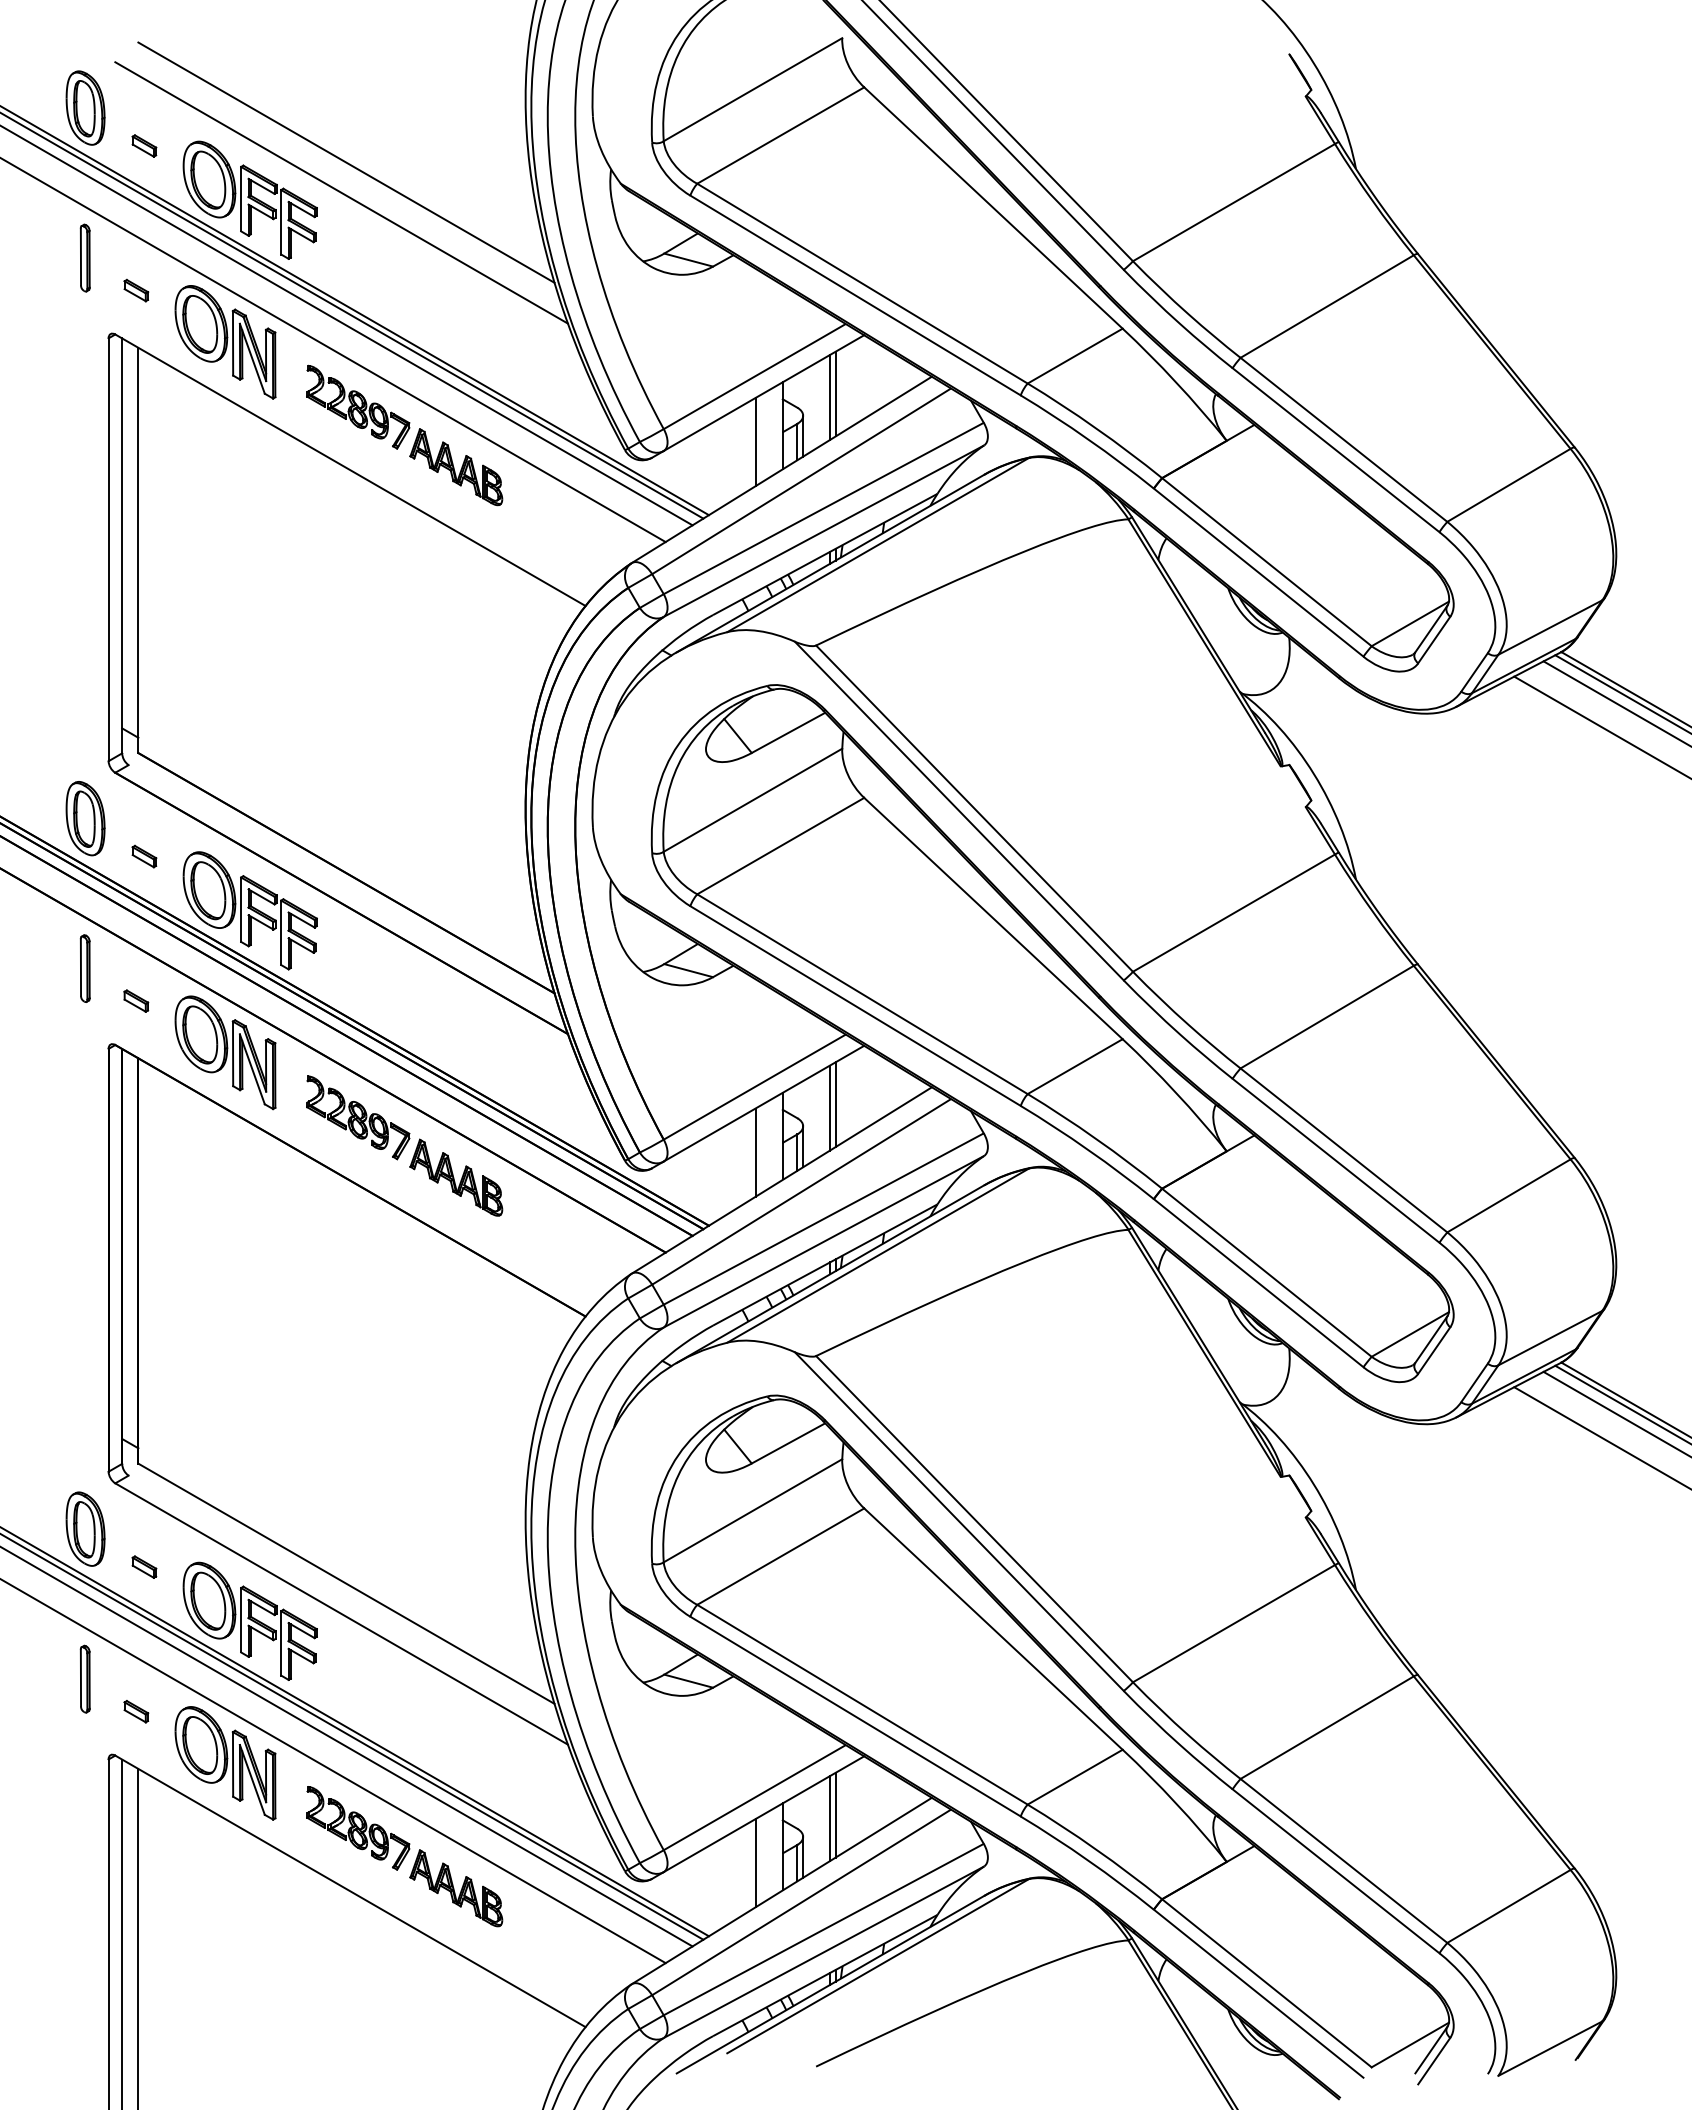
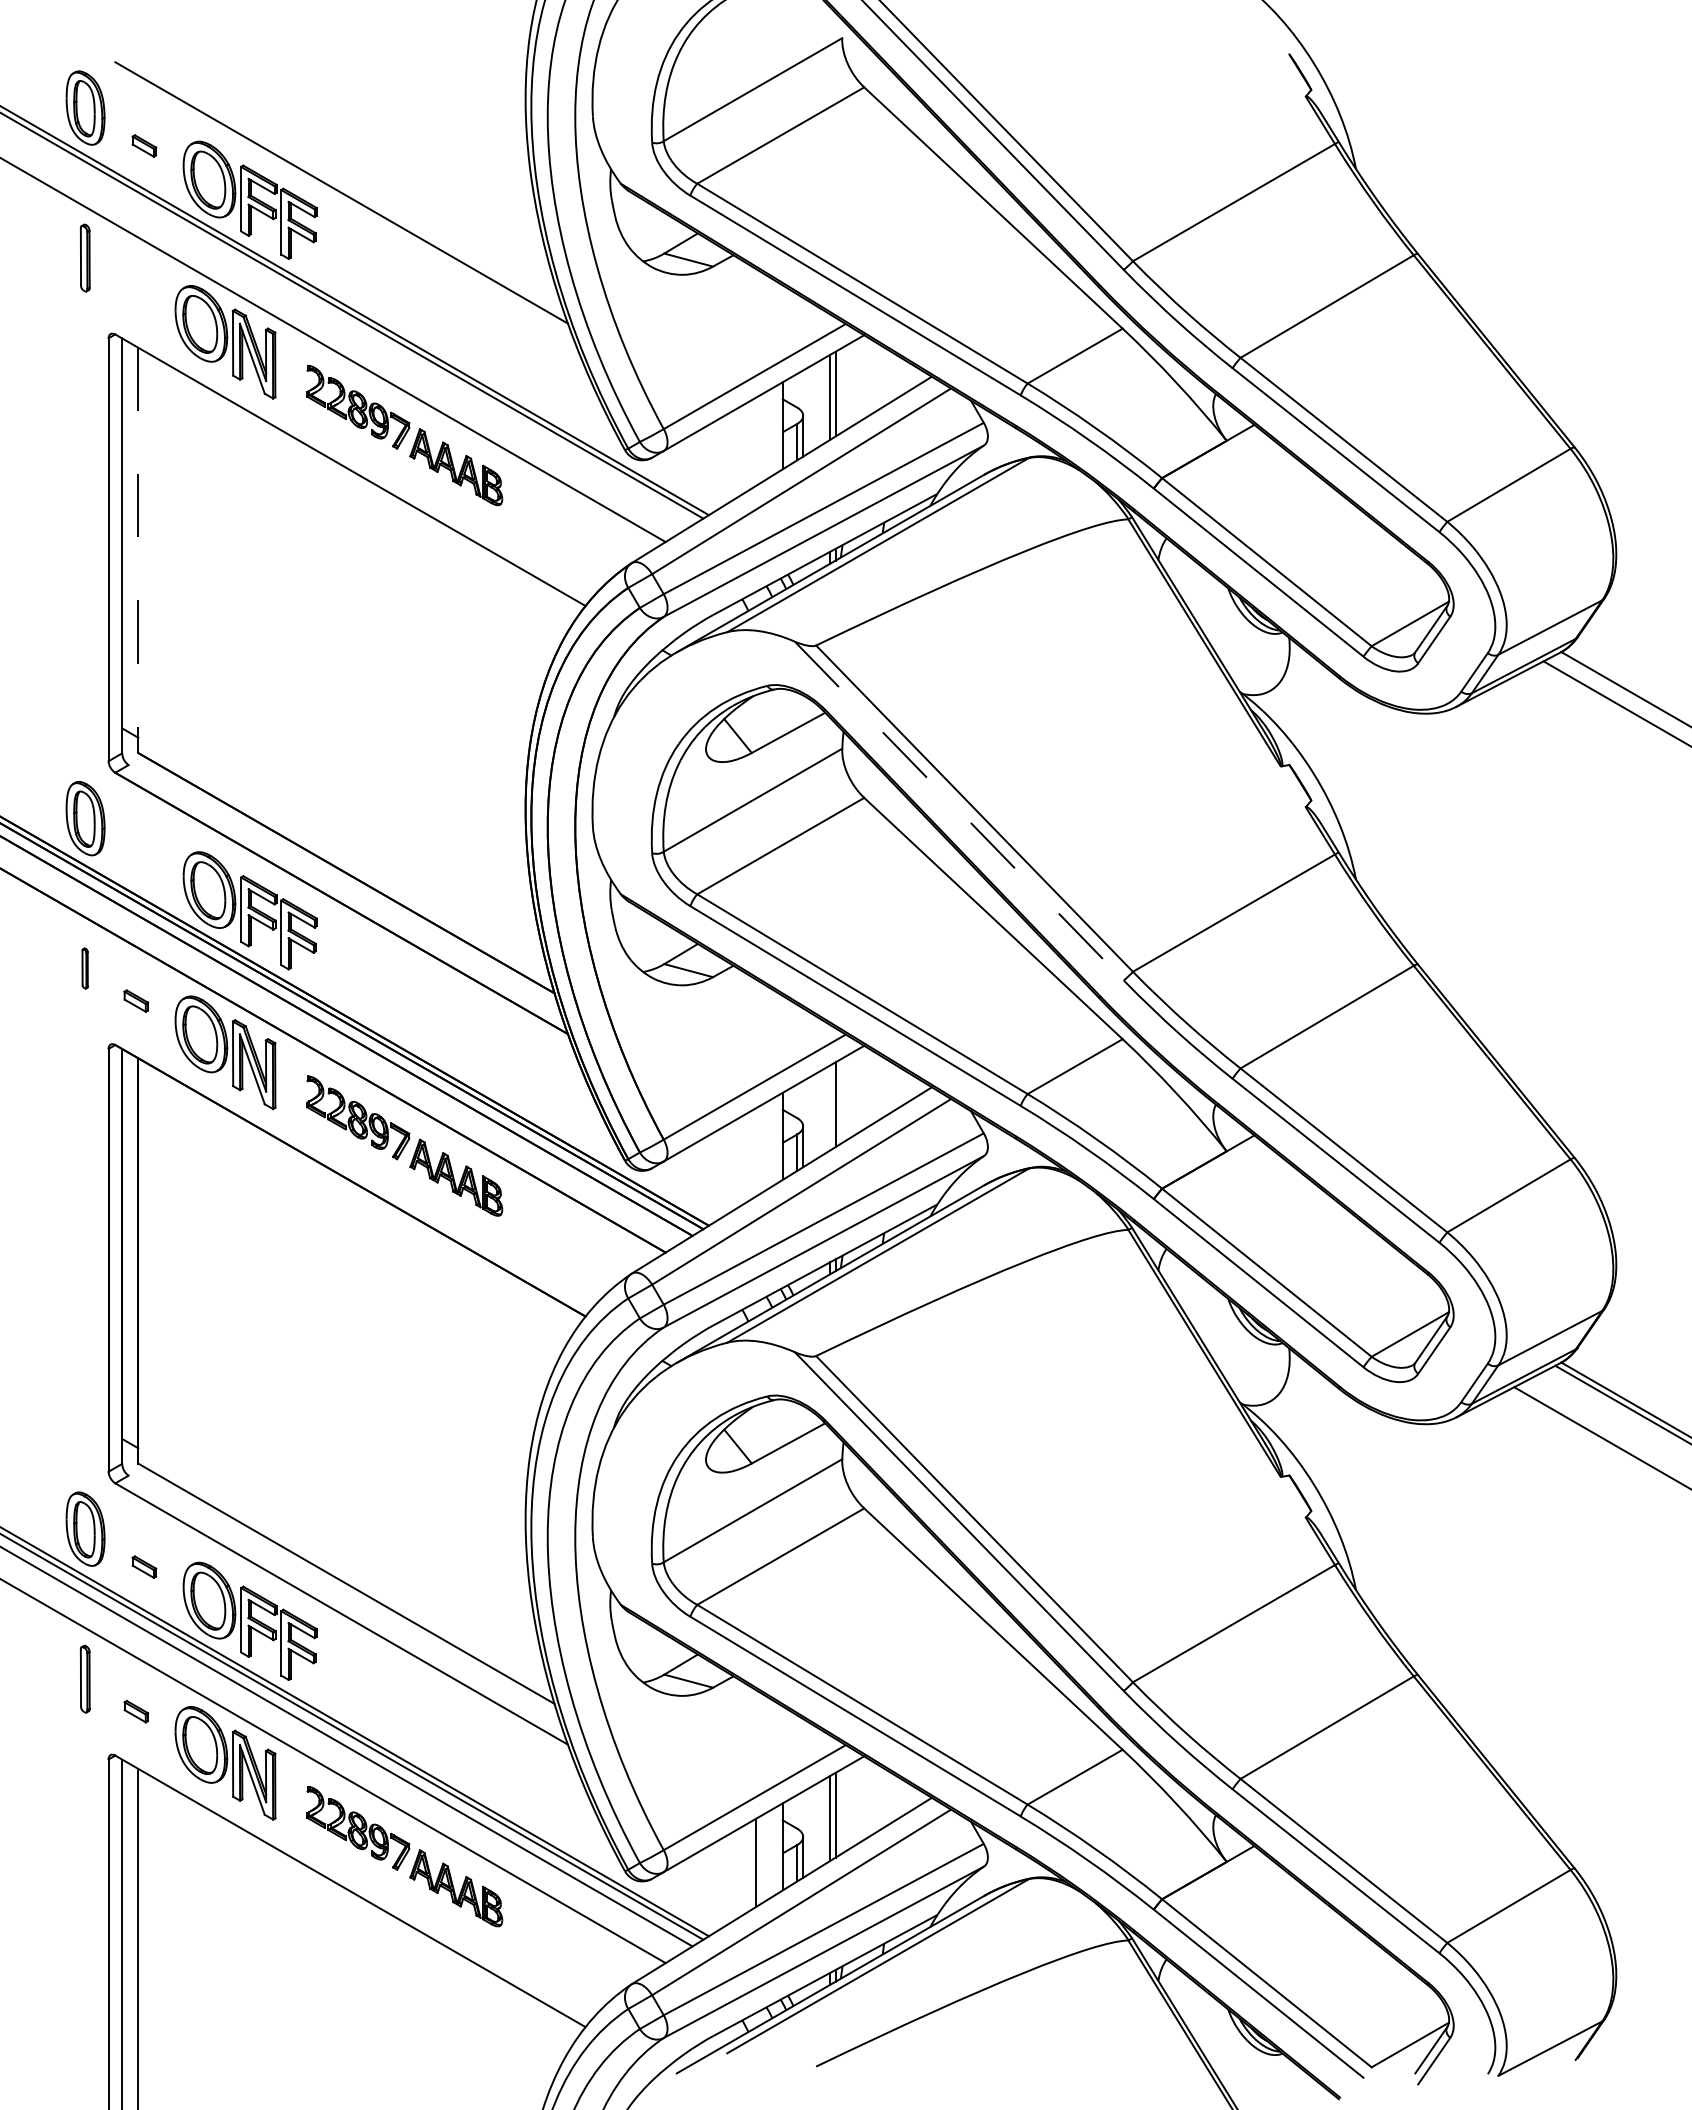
line at (346, 162): present -> none
part at (136, 290): present -> none
line at (347, 325): present -> none
line at (755, 441): present -> none
line at (138, 550): solid -> dashed
line at (1621, 693): present -> none
line at (1601, 726): present -> none
line at (959, 811): solid -> dashed
part at (144, 856): present -> none
part at (84, 968) size: 12x69 px -> 8x43 px
line at (829, 1107): present -> none
line at (755, 1152): present -> none
line at (1615, 1413): present -> none
